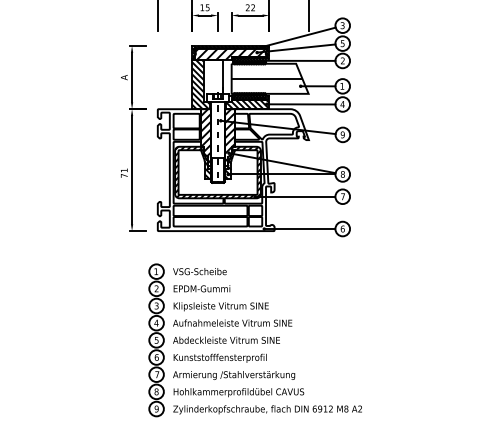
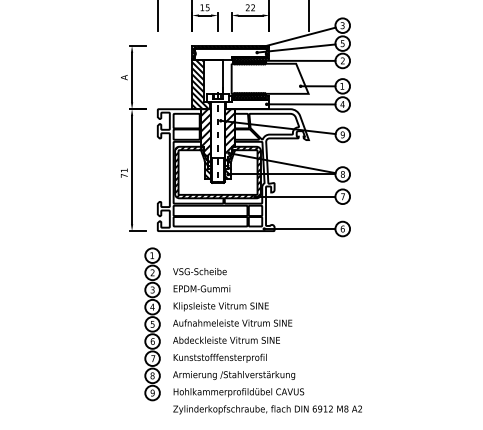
hatch at (230, 53): present -> none
line at (266, 78): present -> none
hatch at (247, 102): present -> none
part at (156, 340) position: (156, 340) -> (152, 324)
